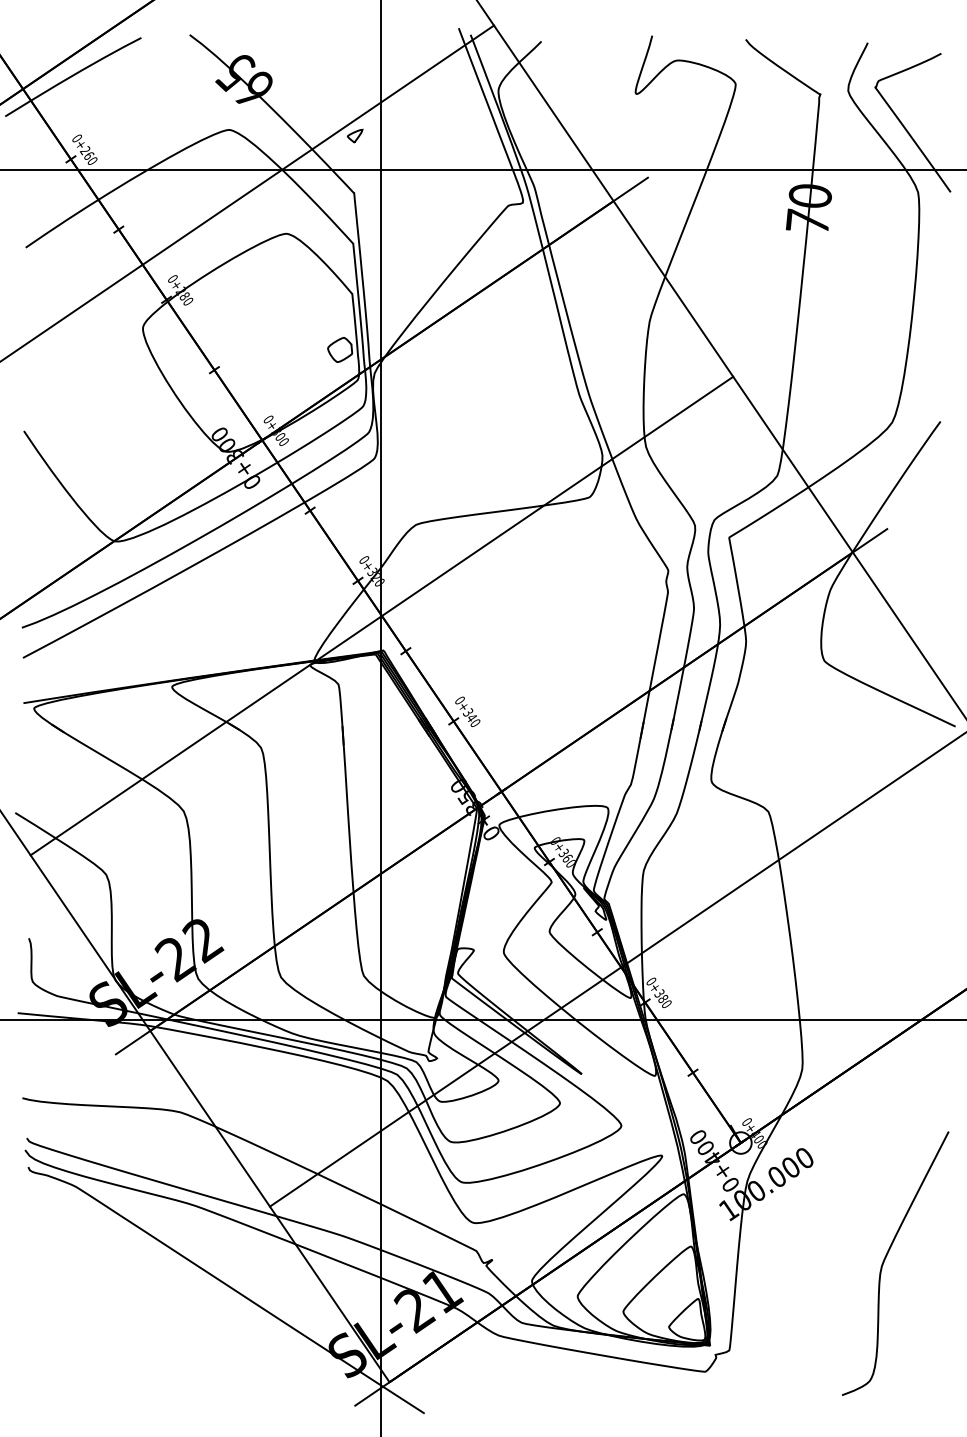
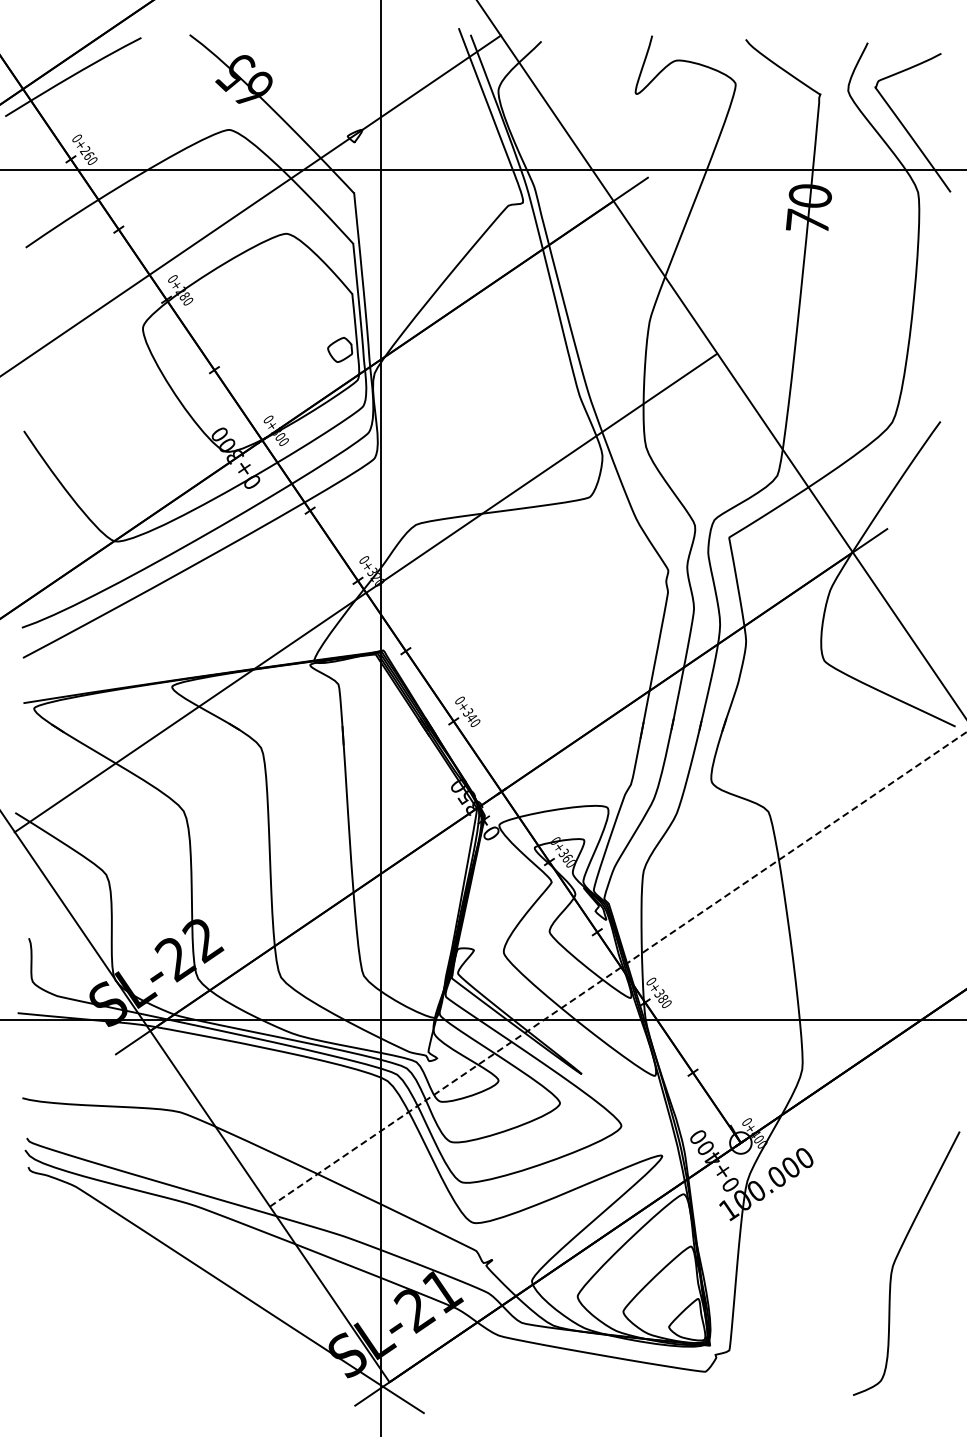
line at (248, 192) position: (248, 192) -> (251, 205)
line at (381, 615) position: (381, 615) -> (365, 592)
line at (618, 969): solid -> dashed
curve at (885, 1260) position: (885, 1260) -> (896, 1260)
